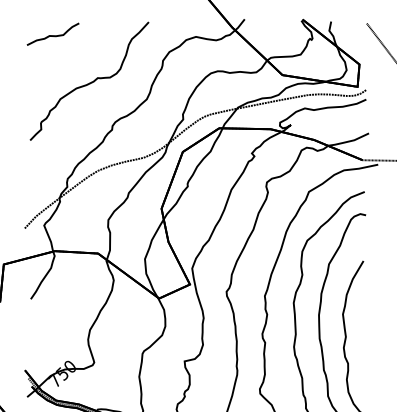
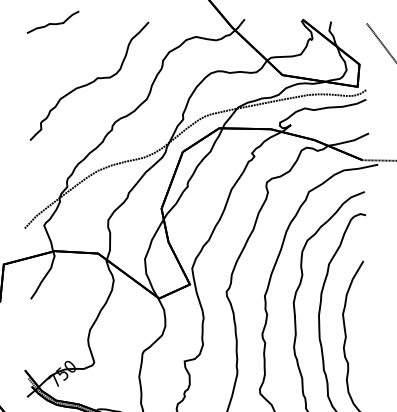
curve at (52, 35) position: (52, 35) -> (52, 23)
